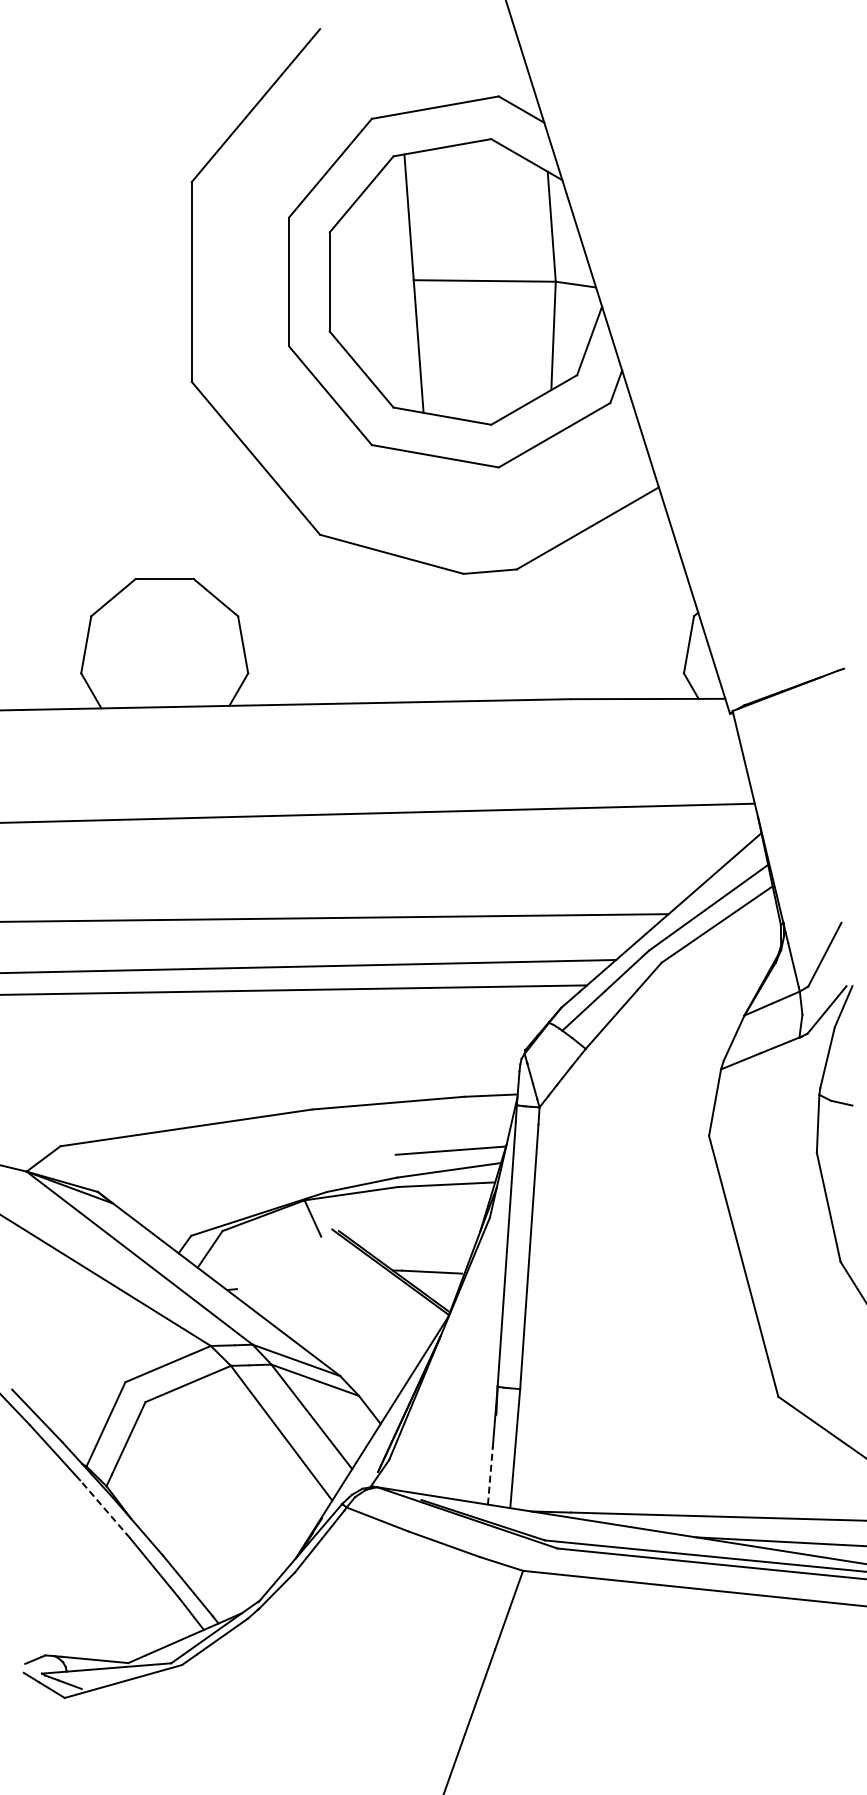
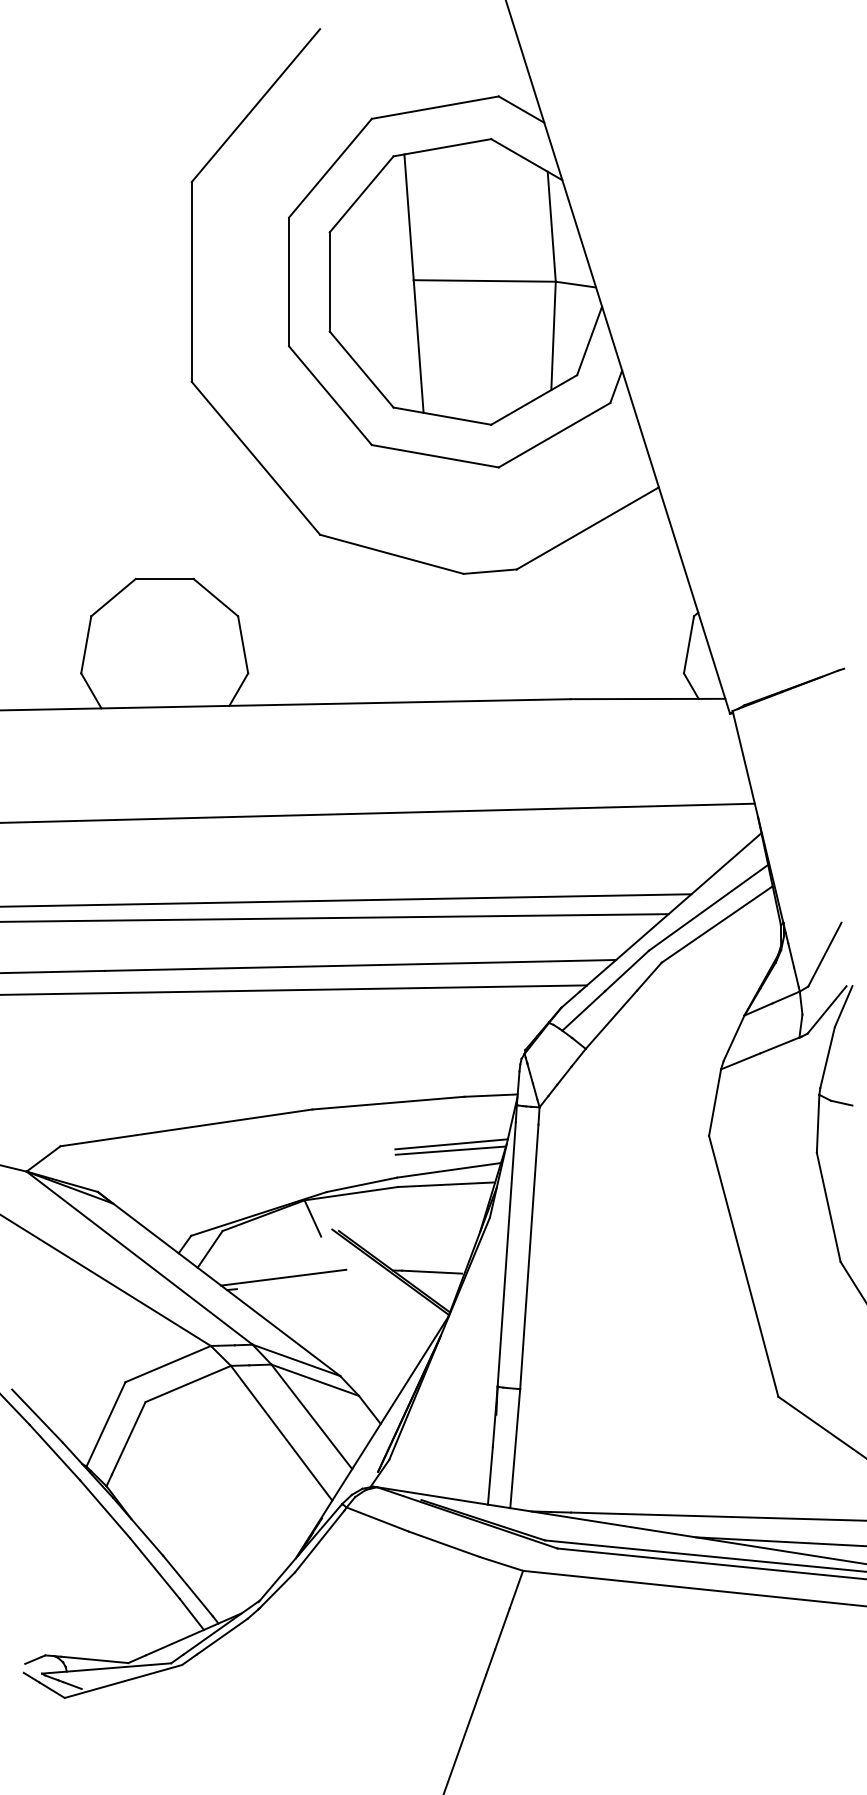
line at (346, 900): none -> present
line at (451, 1144): none -> present
line at (283, 1277): none -> present
line at (490, 1475): dashed -> solid
line at (104, 1508): dashed -> solid
